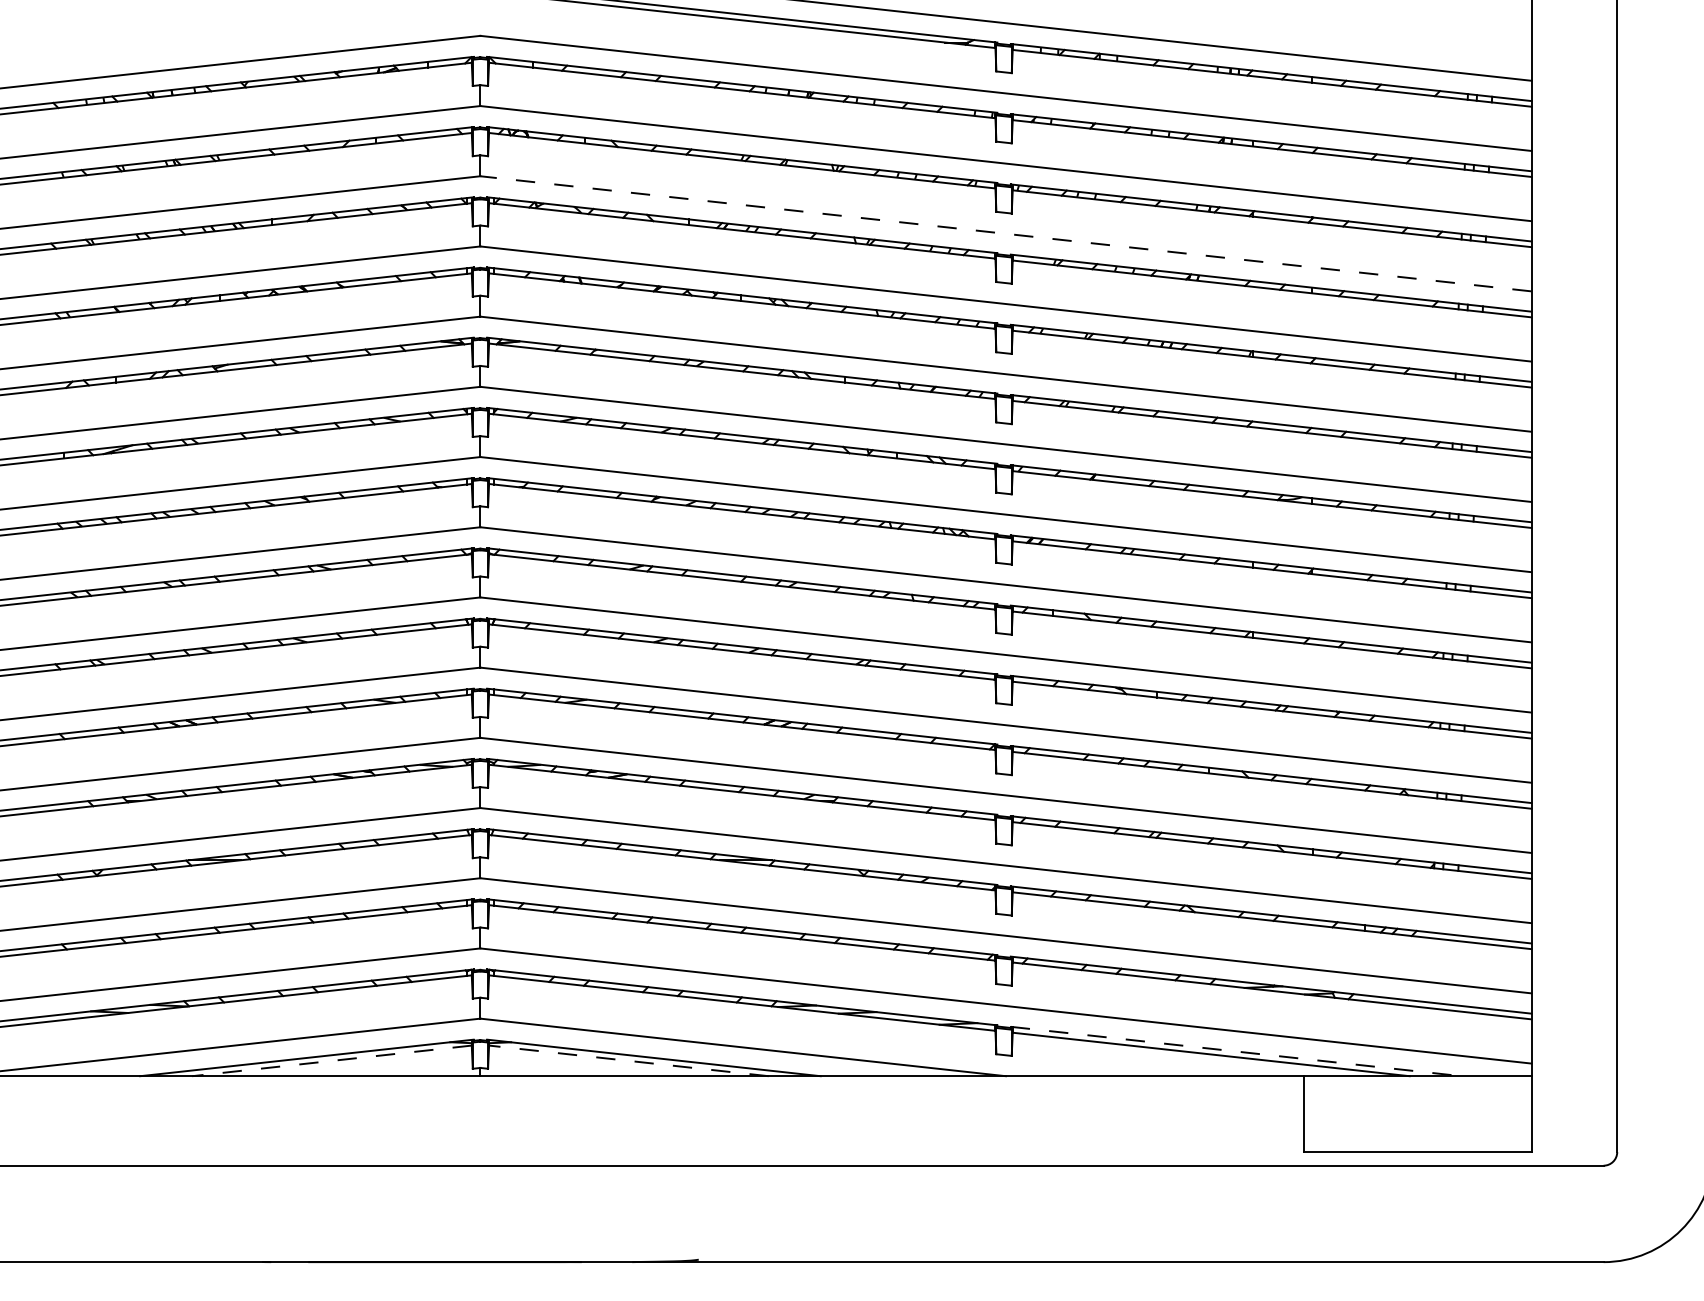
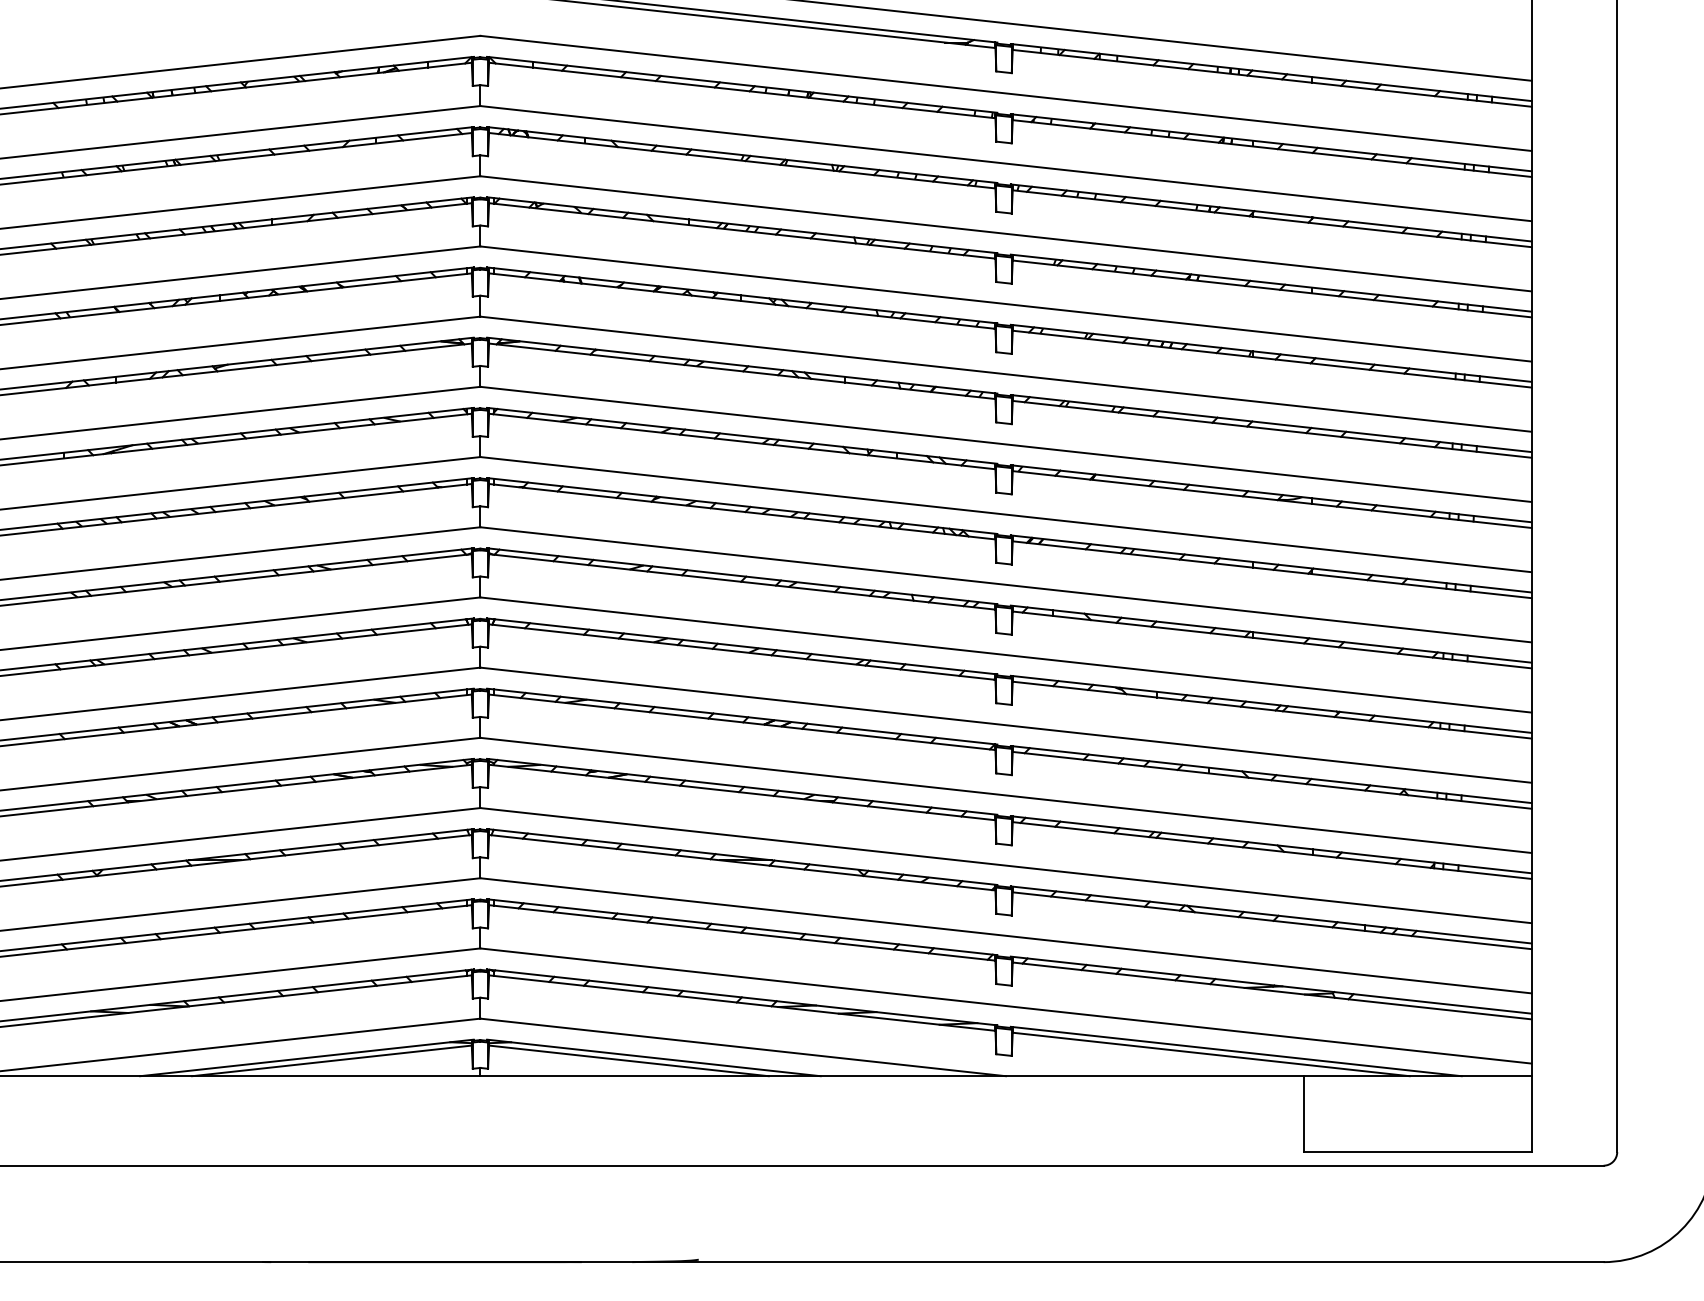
line at (1005, 233): dashed -> solid
line at (1236, 1051): dashed -> solid
line at (331, 1060): dashed -> solid
line at (628, 1060): dashed -> solid
